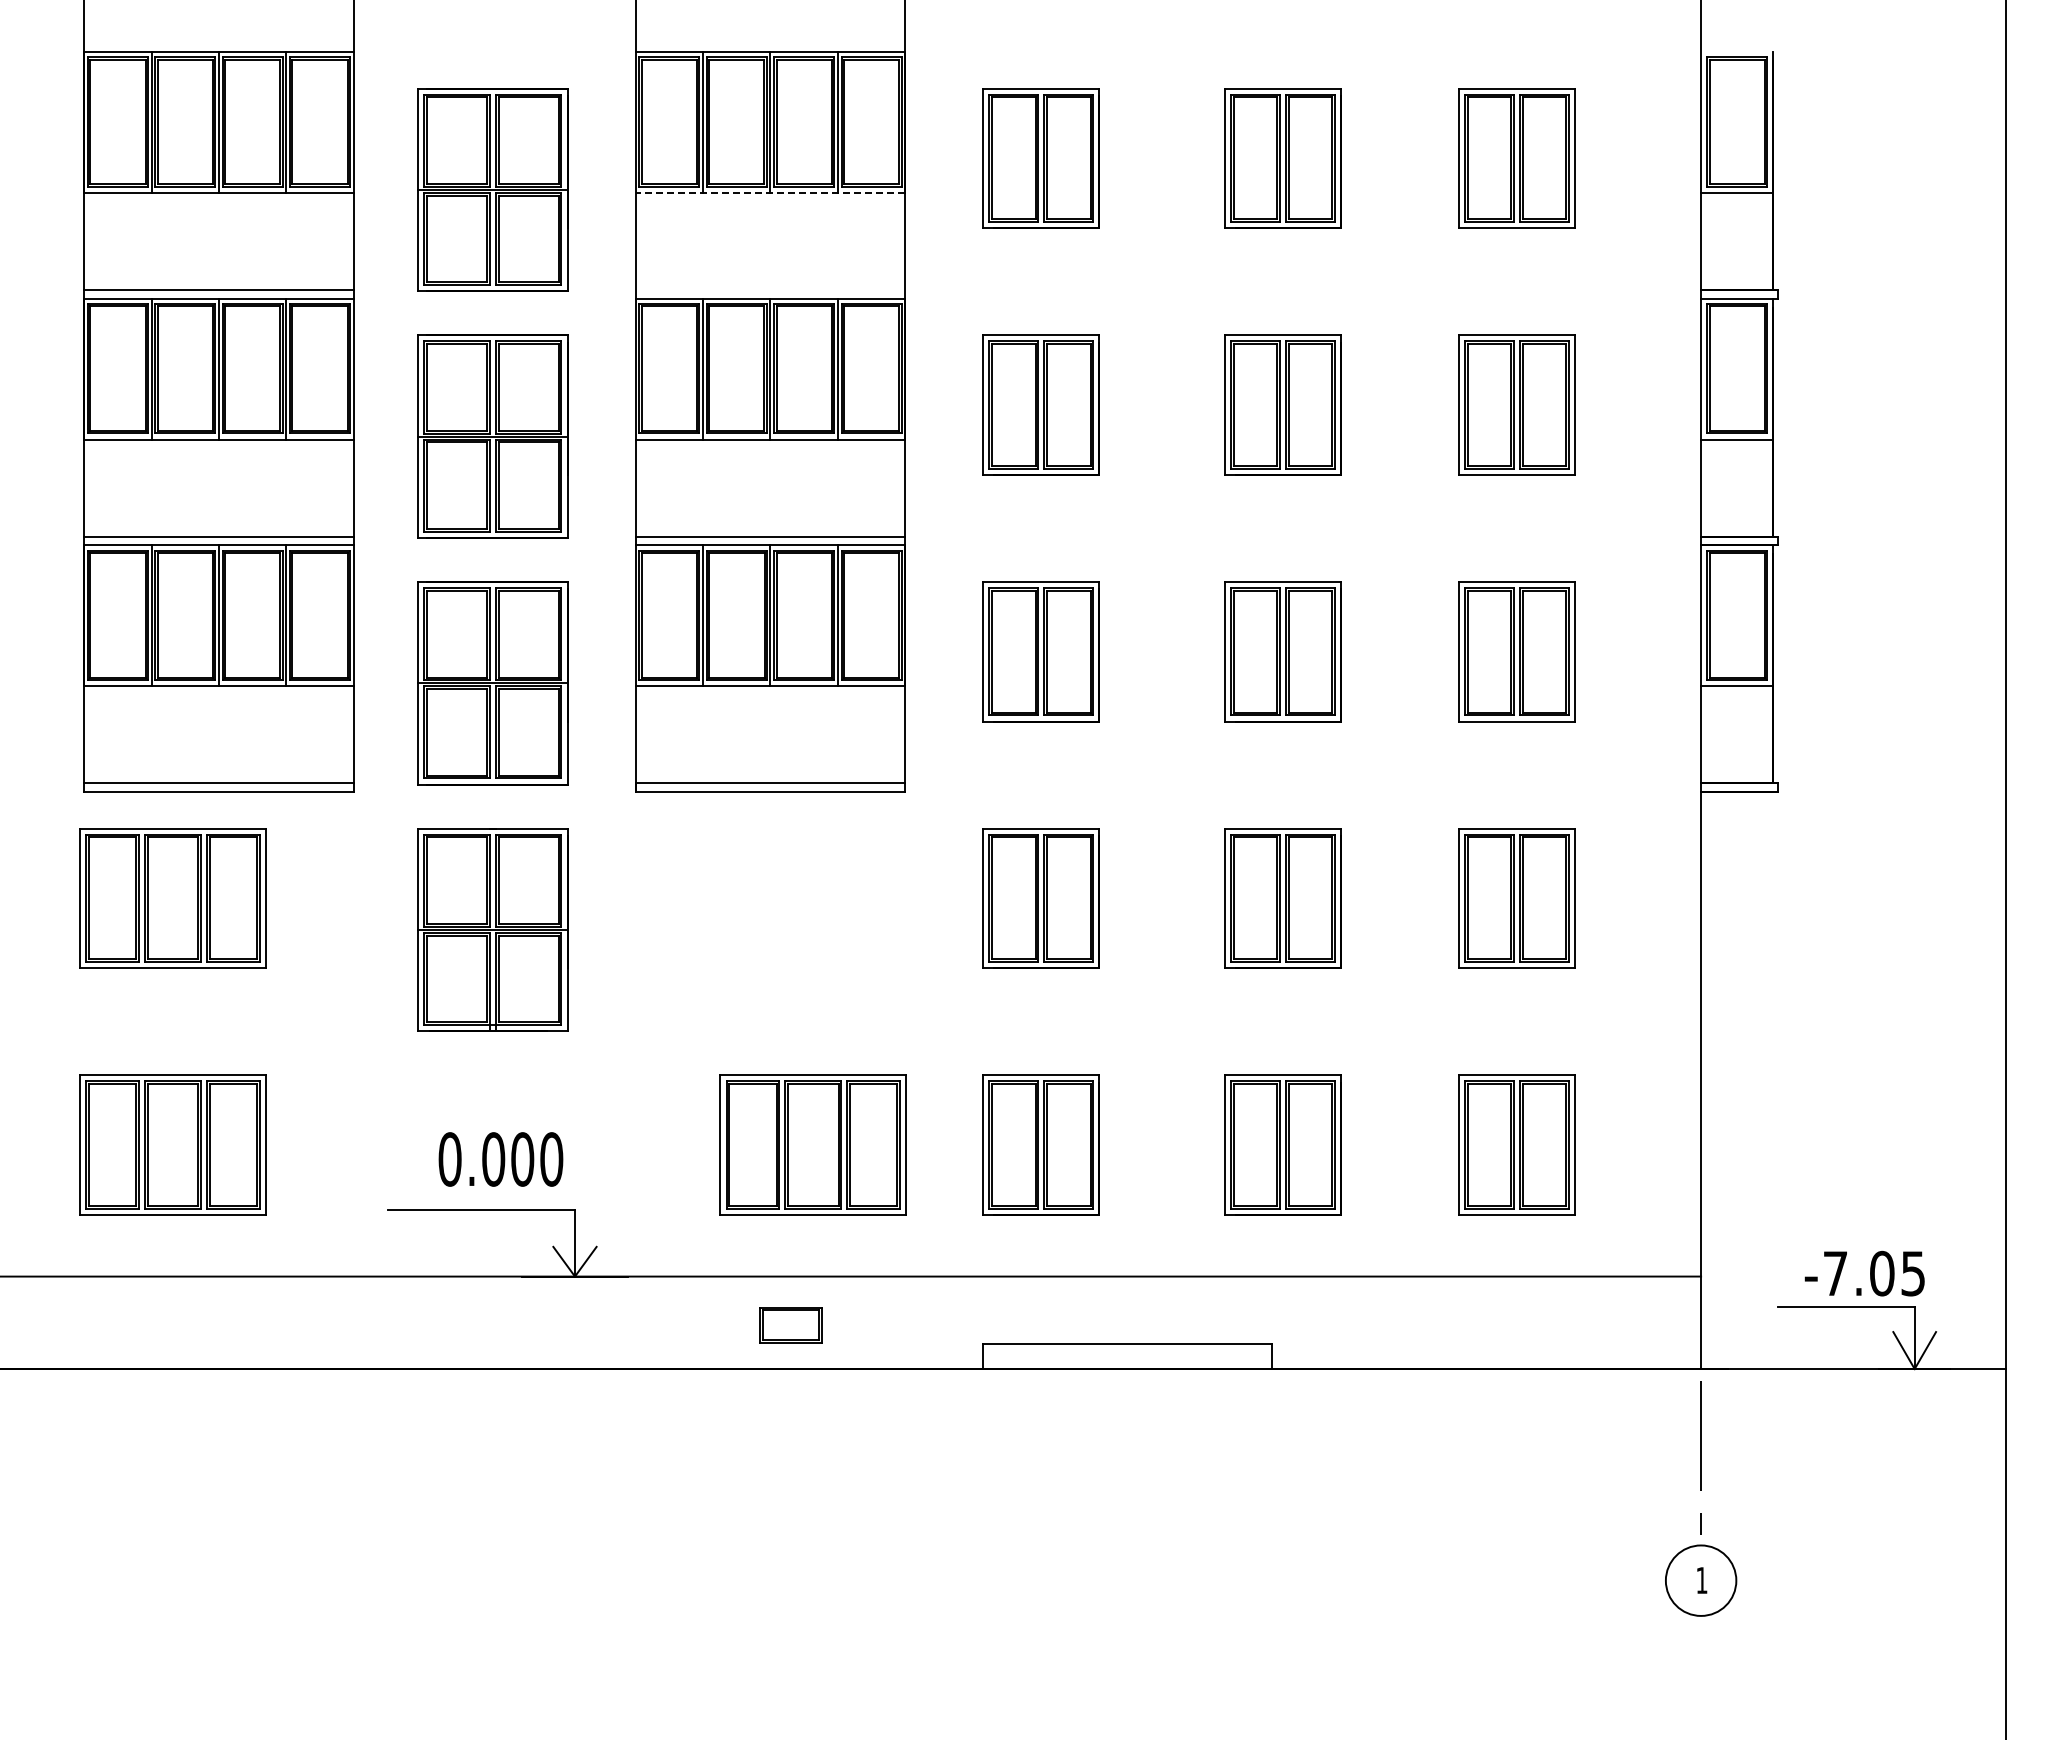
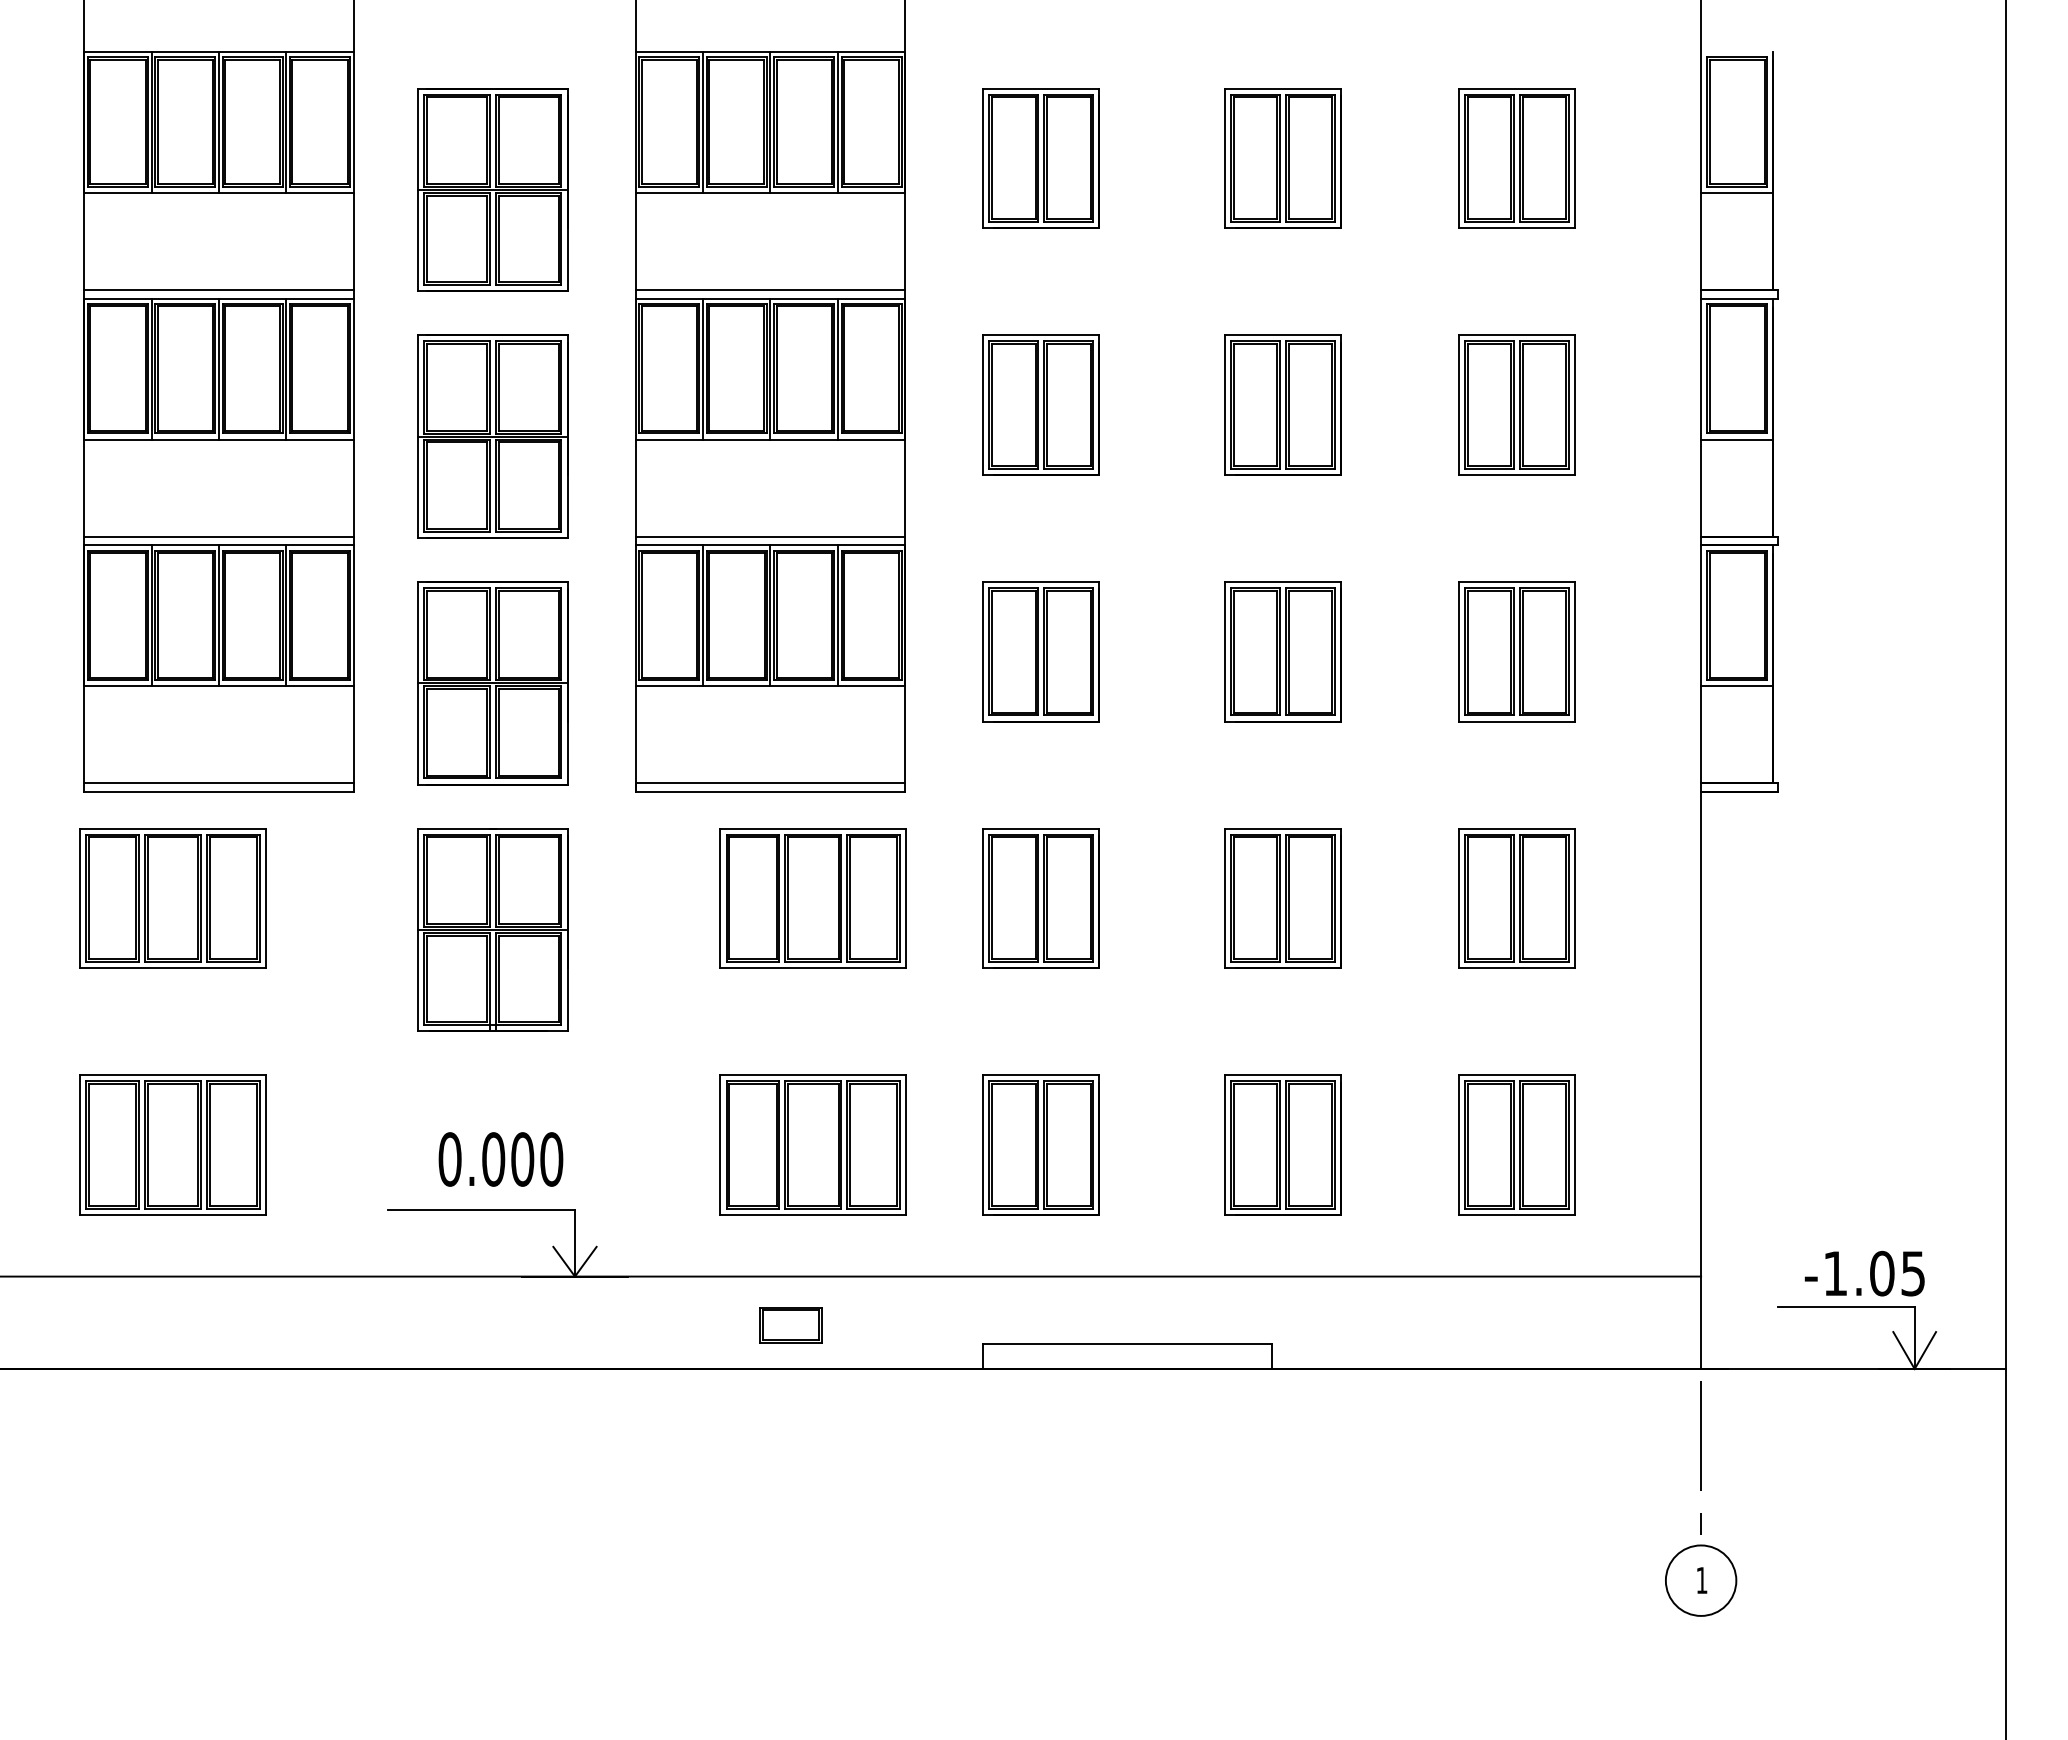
line at (770, 193): dashed -> solid
line at (770, 289): none -> present
part at (812, 898): none -> present
text at (1835, 1273): -7.05 -> -1.05
